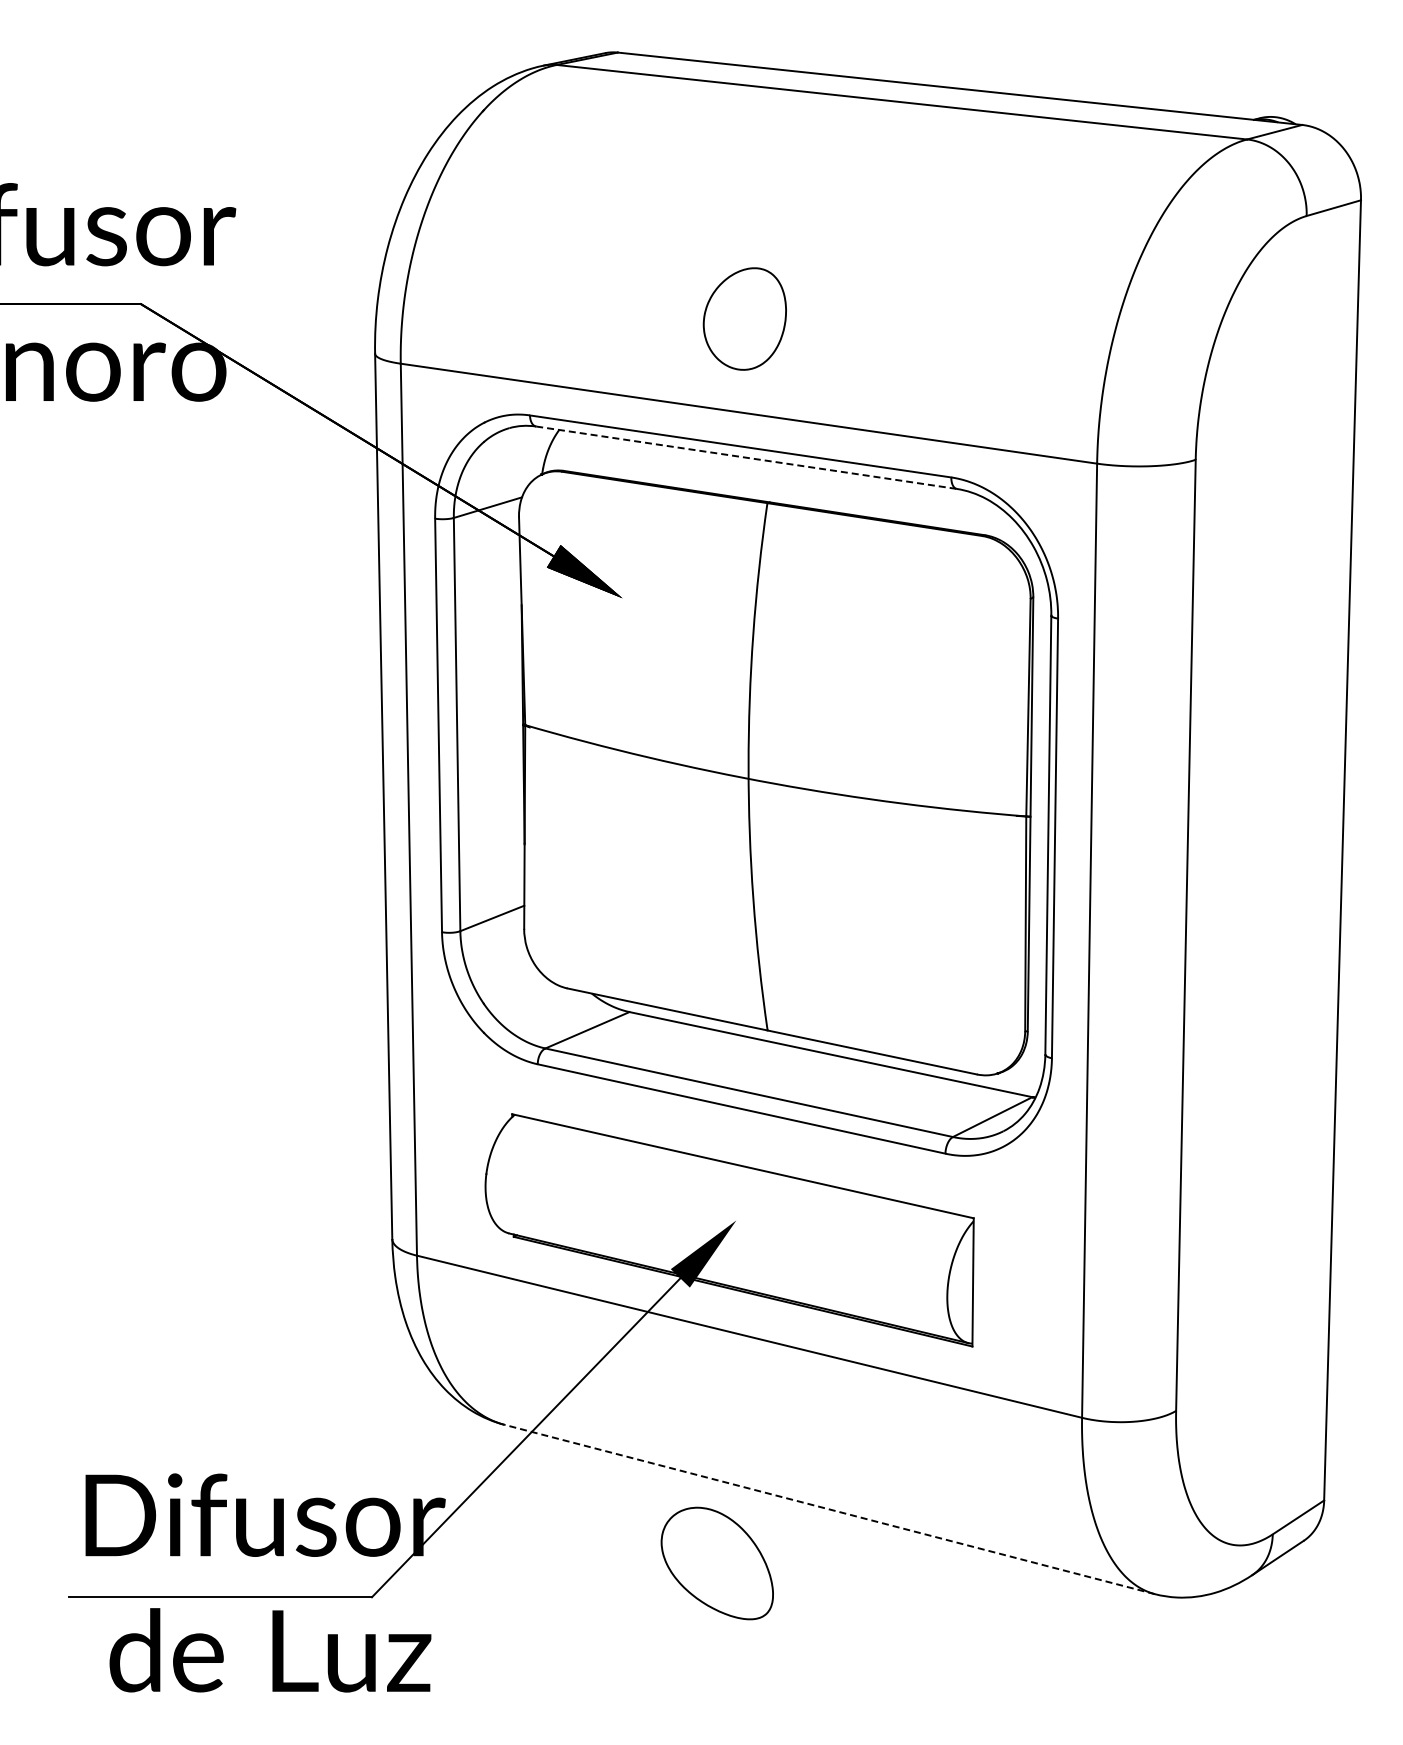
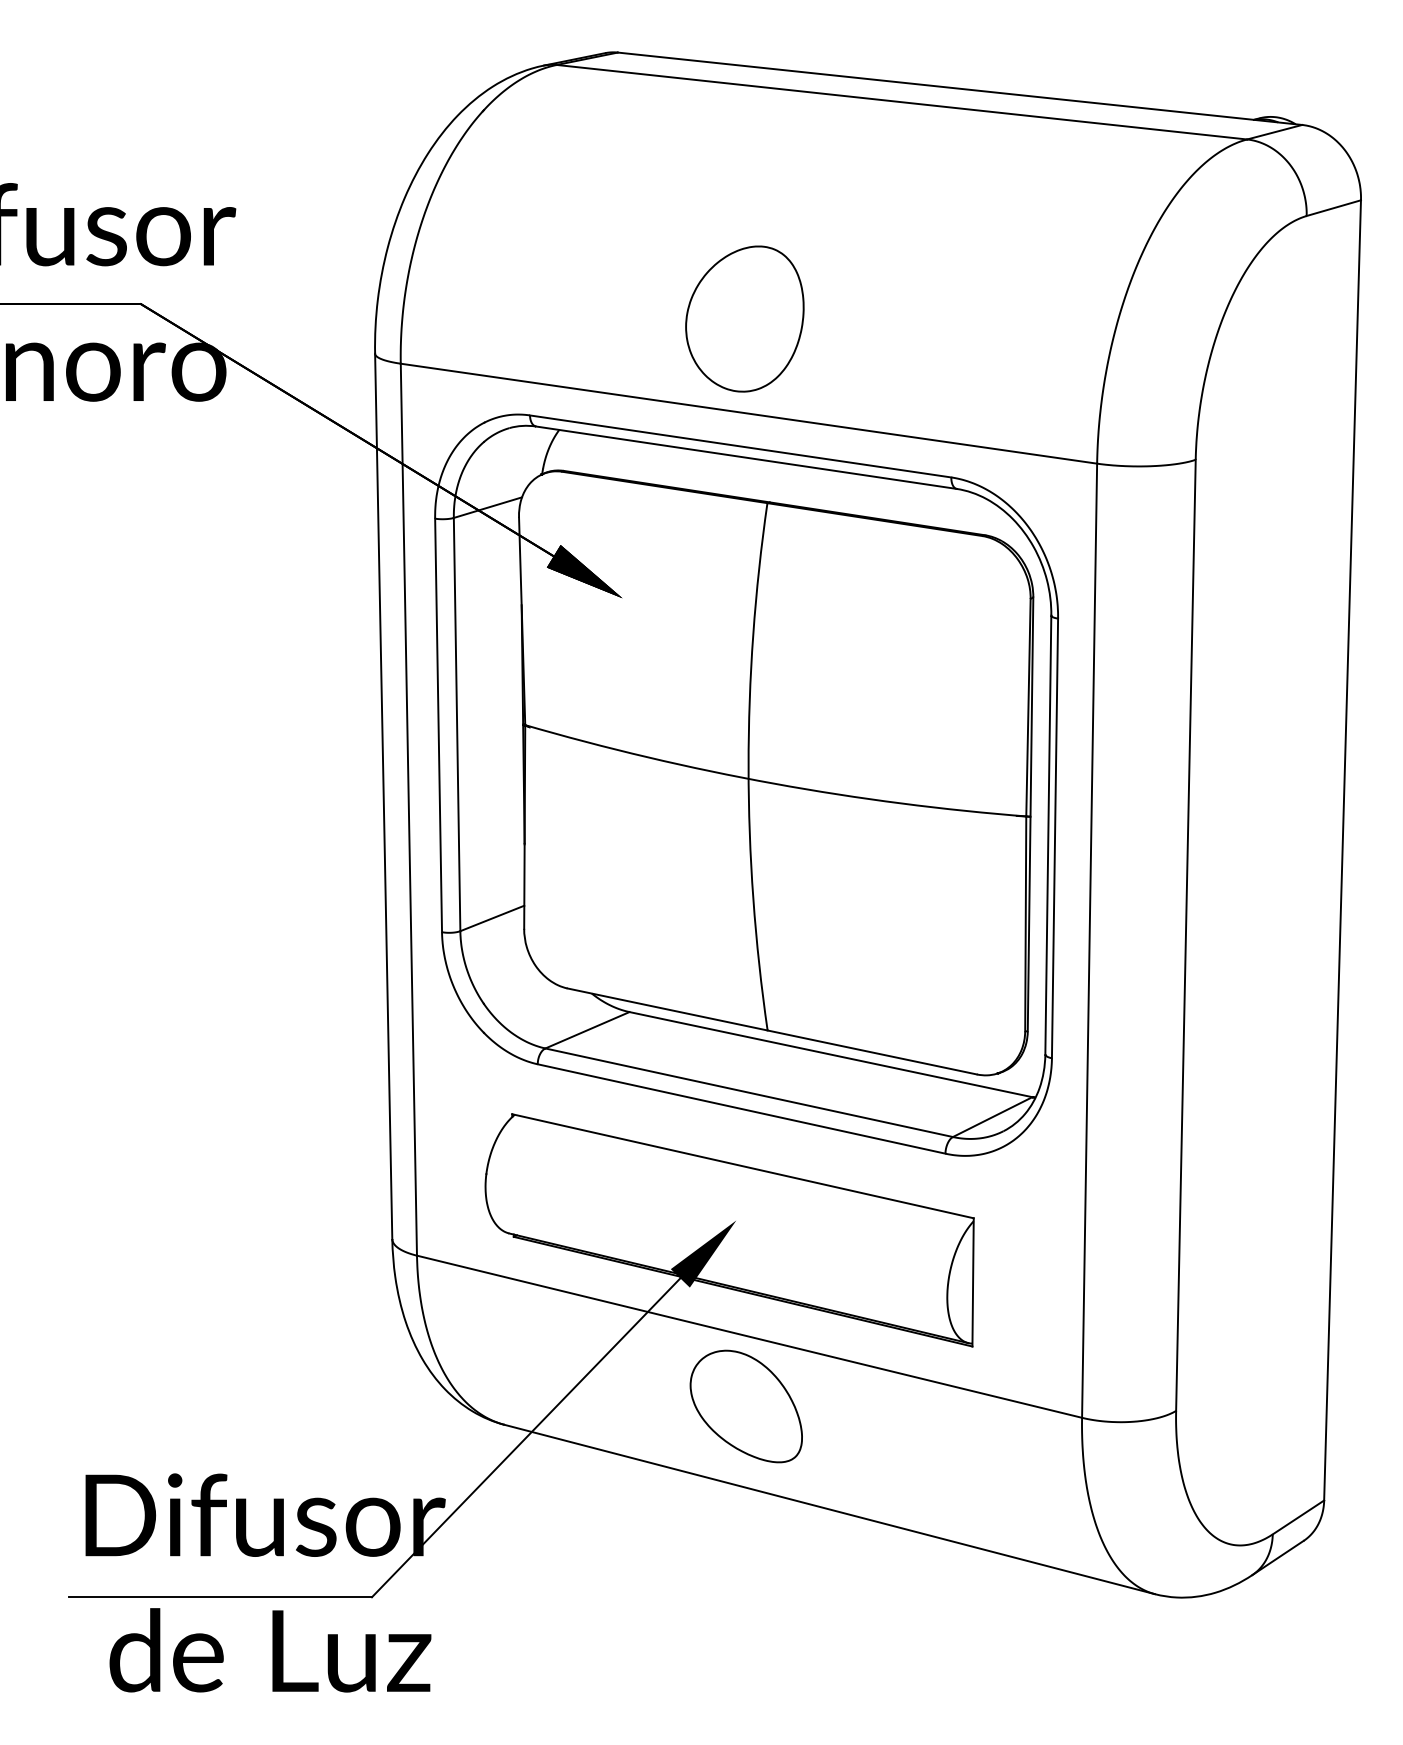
part at (744, 318) size: 85x104 px -> 120x148 px
line at (746, 457): dashed -> solid
line at (829, 1509): dashed -> solid
part at (716, 1563) position: (716, 1563) -> (745, 1406)
